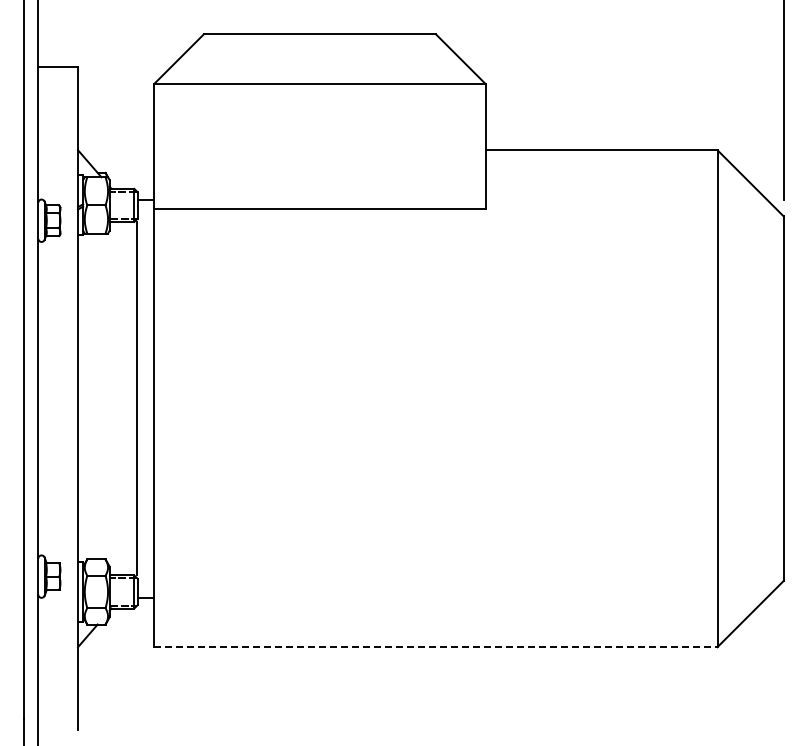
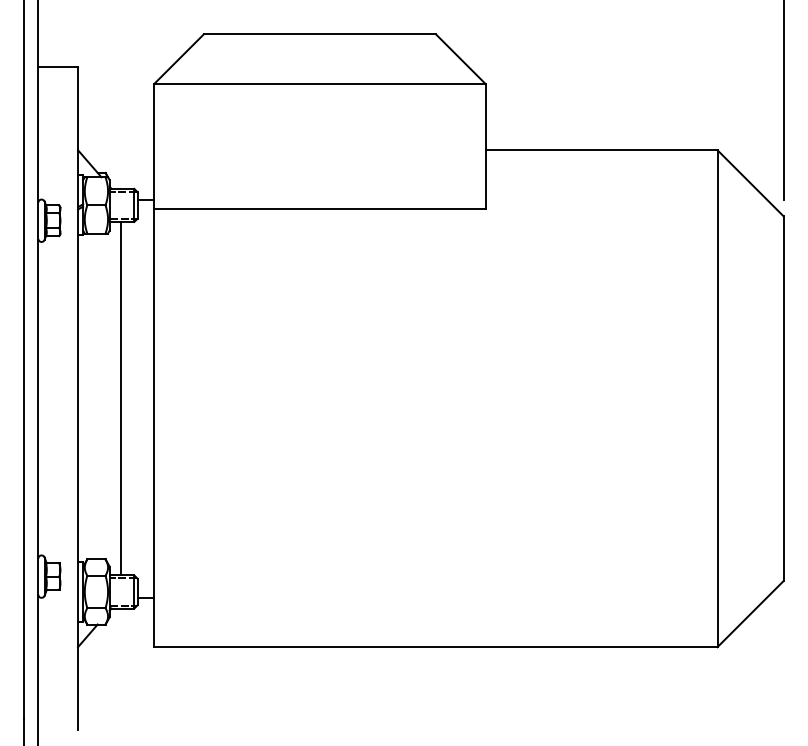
line at (137, 398) position: (137, 398) -> (121, 398)
line at (435, 647): dashed -> solid
